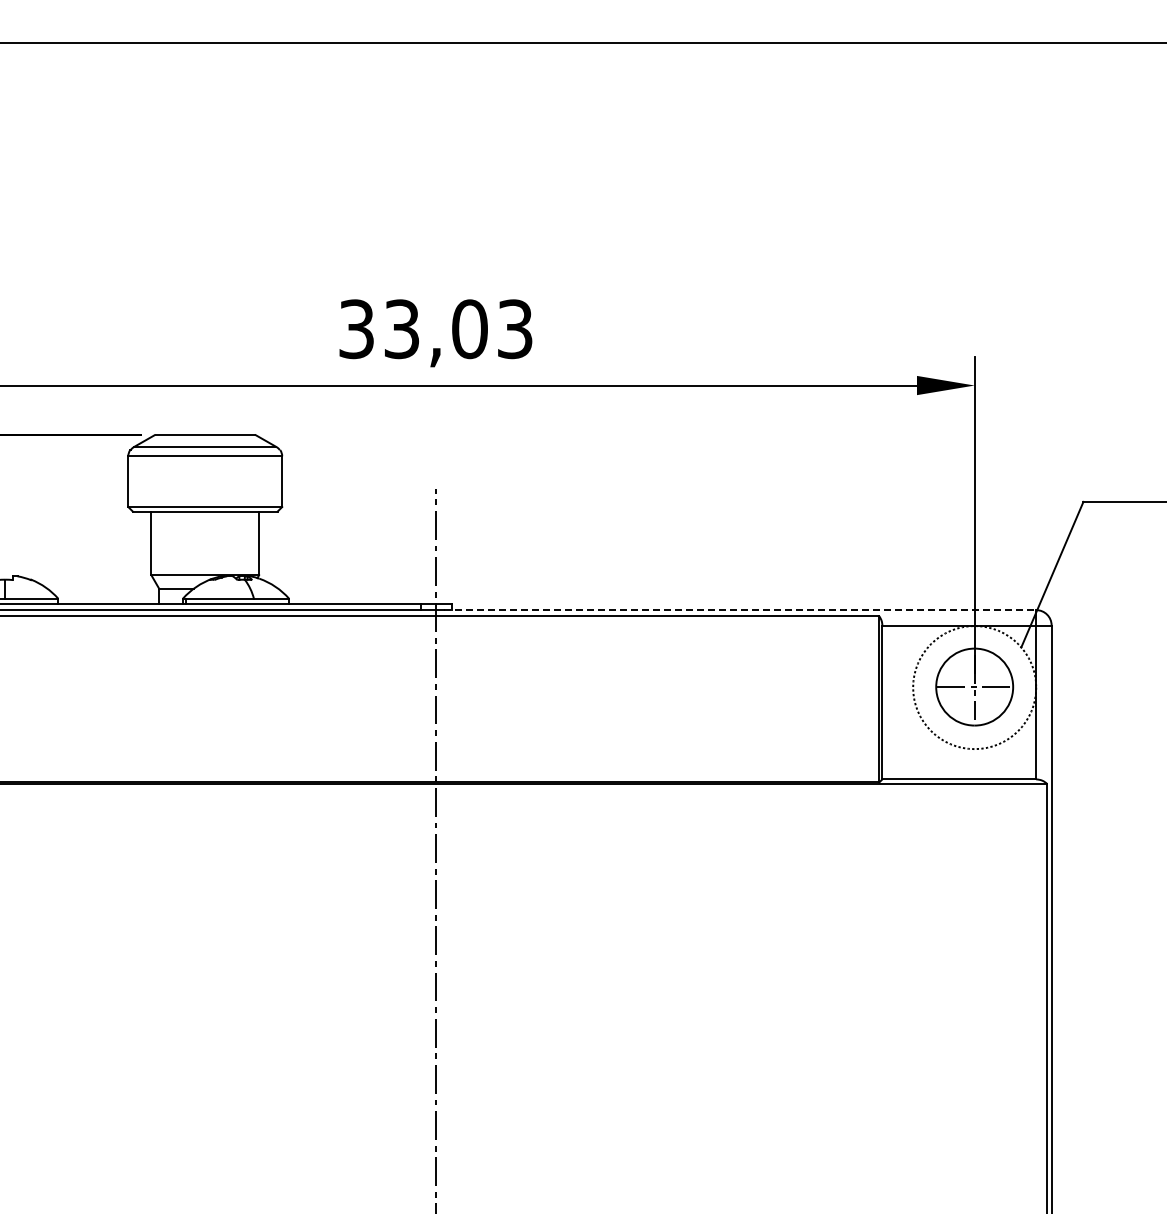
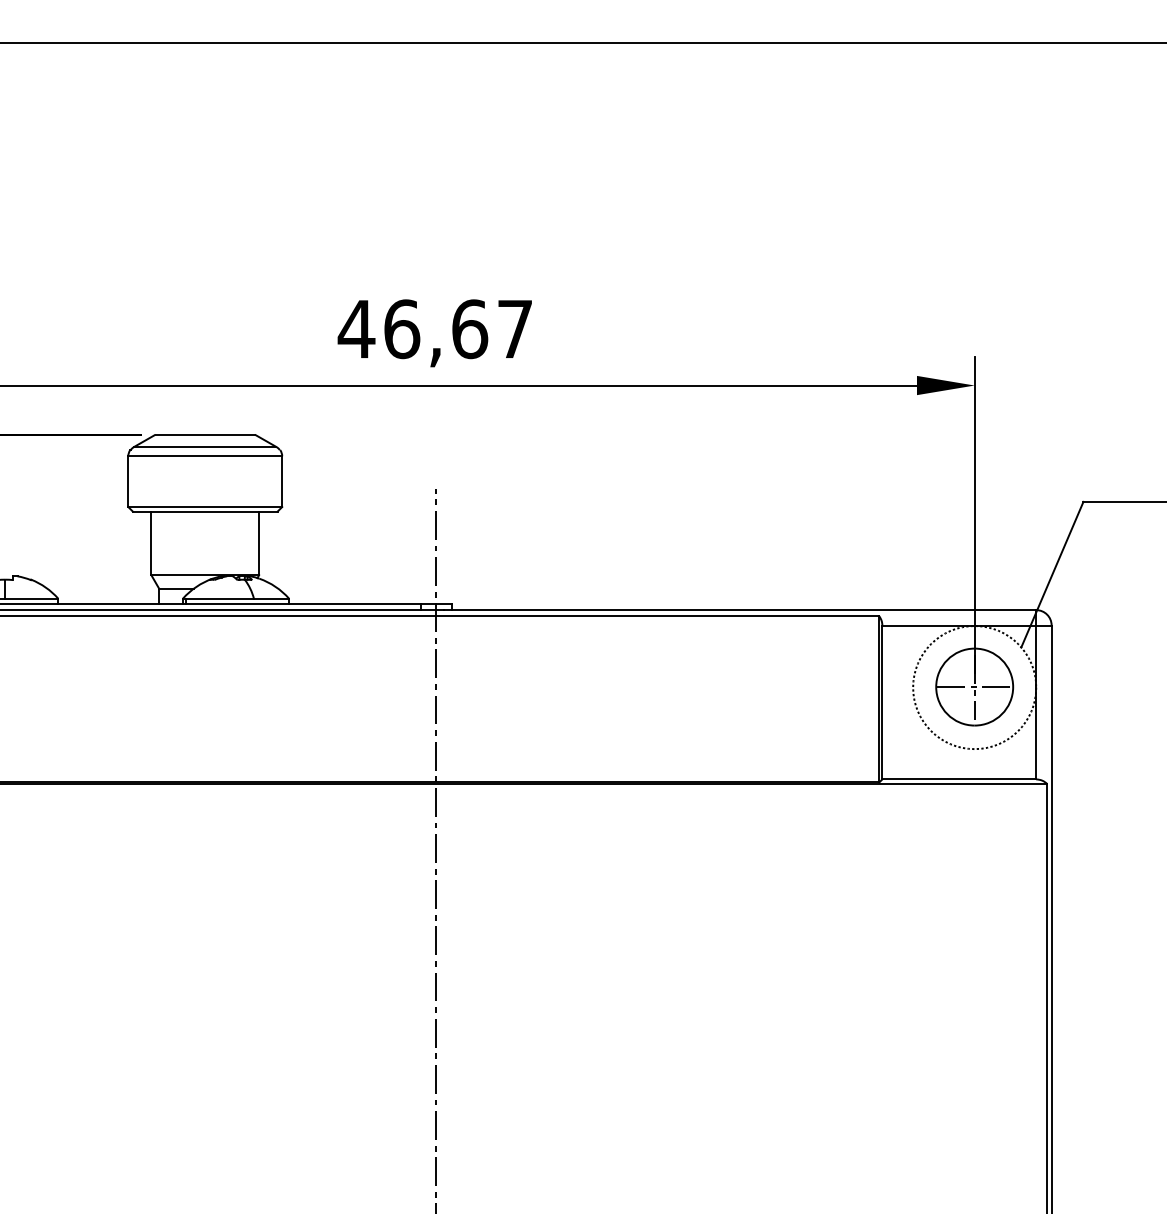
text at (434, 329): 33,03 -> 46,67
line at (740, 610): dashed -> solid
